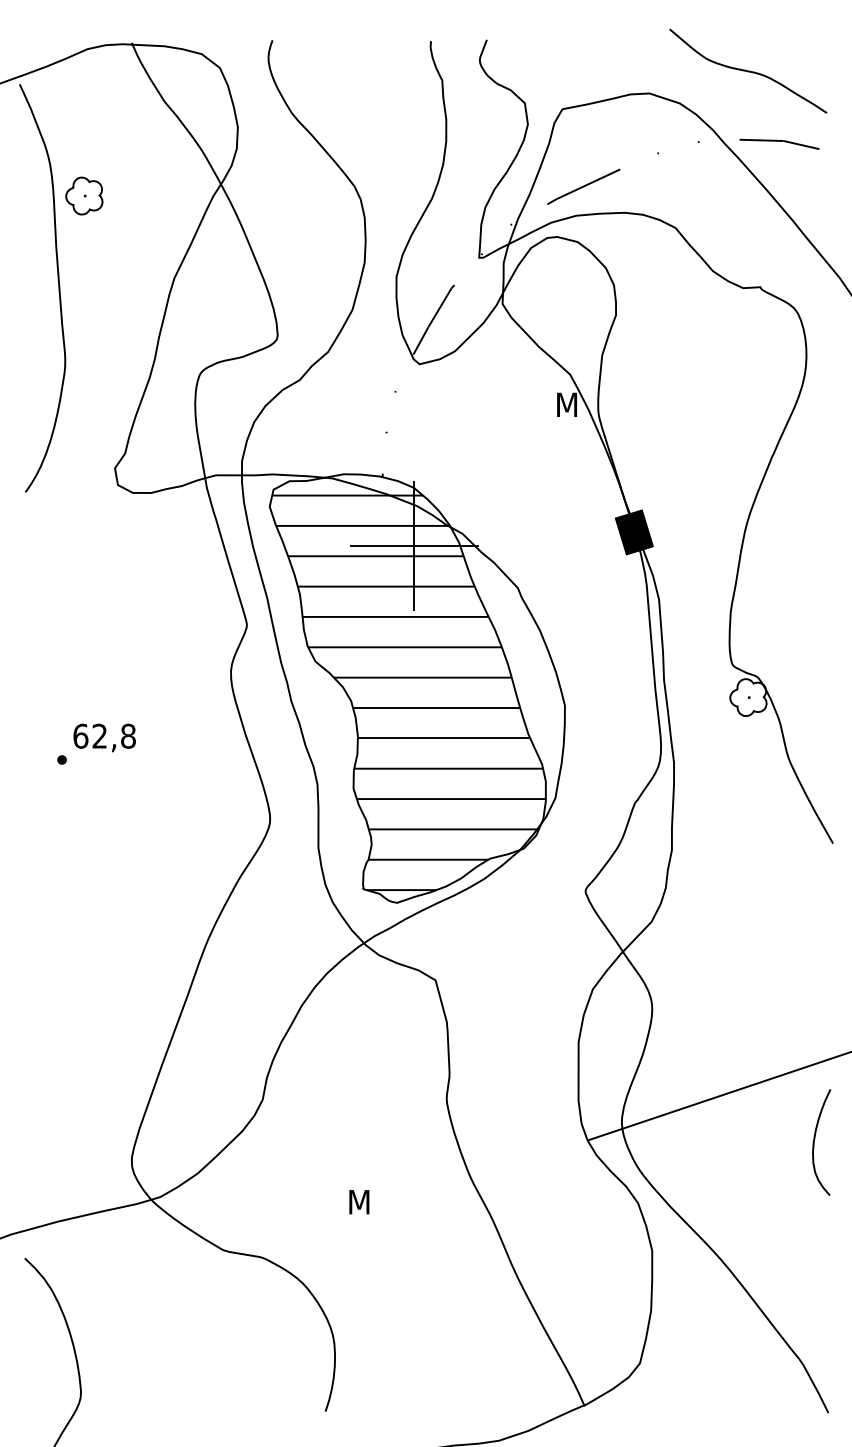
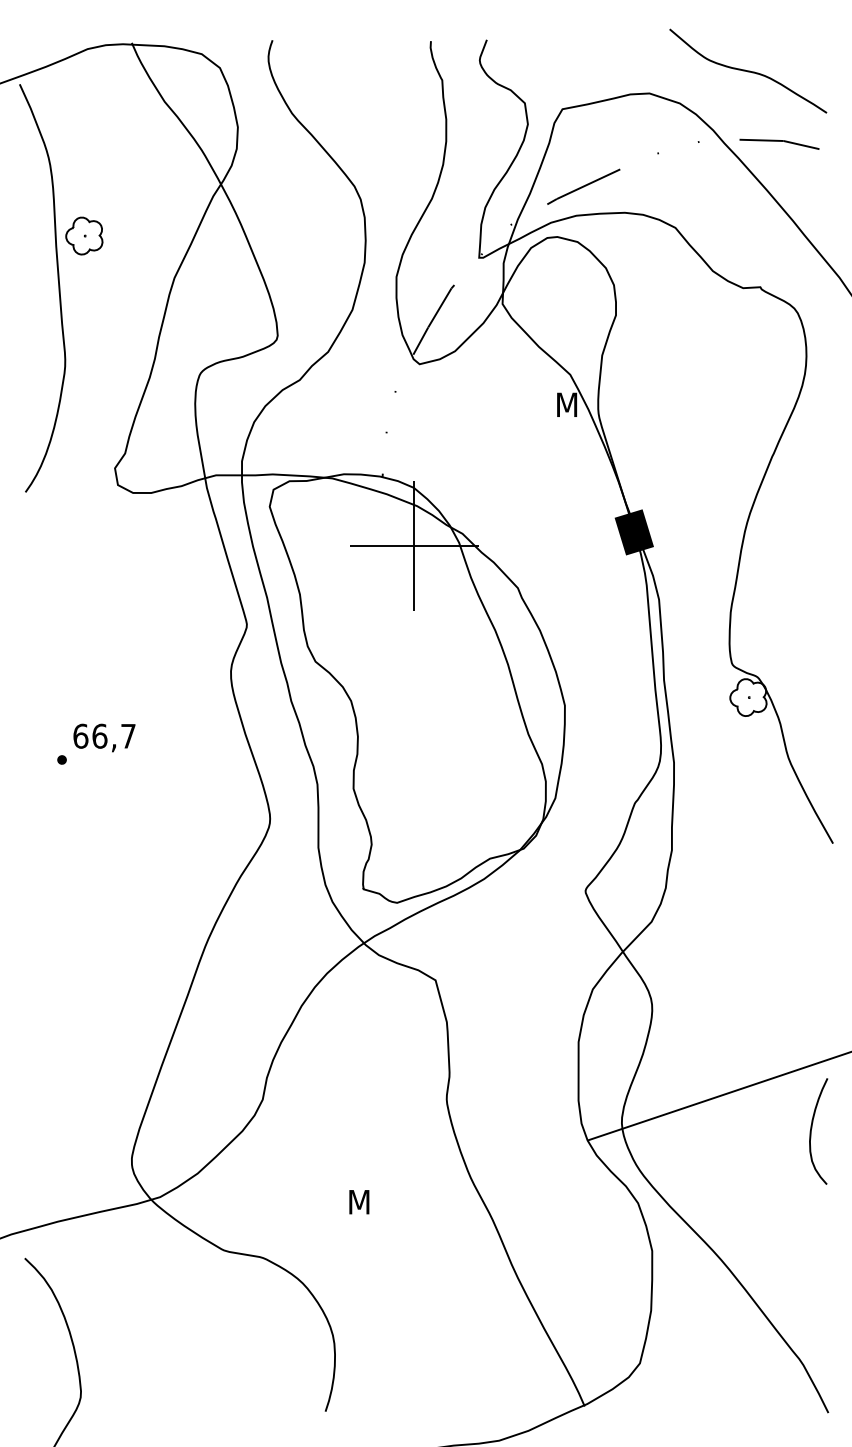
part at (84, 195) position: (84, 195) -> (84, 235)
hatch at (408, 692): present -> none
text at (113, 735): 62,8 -> 66,7
curve at (815, 1139) position: (815, 1139) -> (812, 1128)
